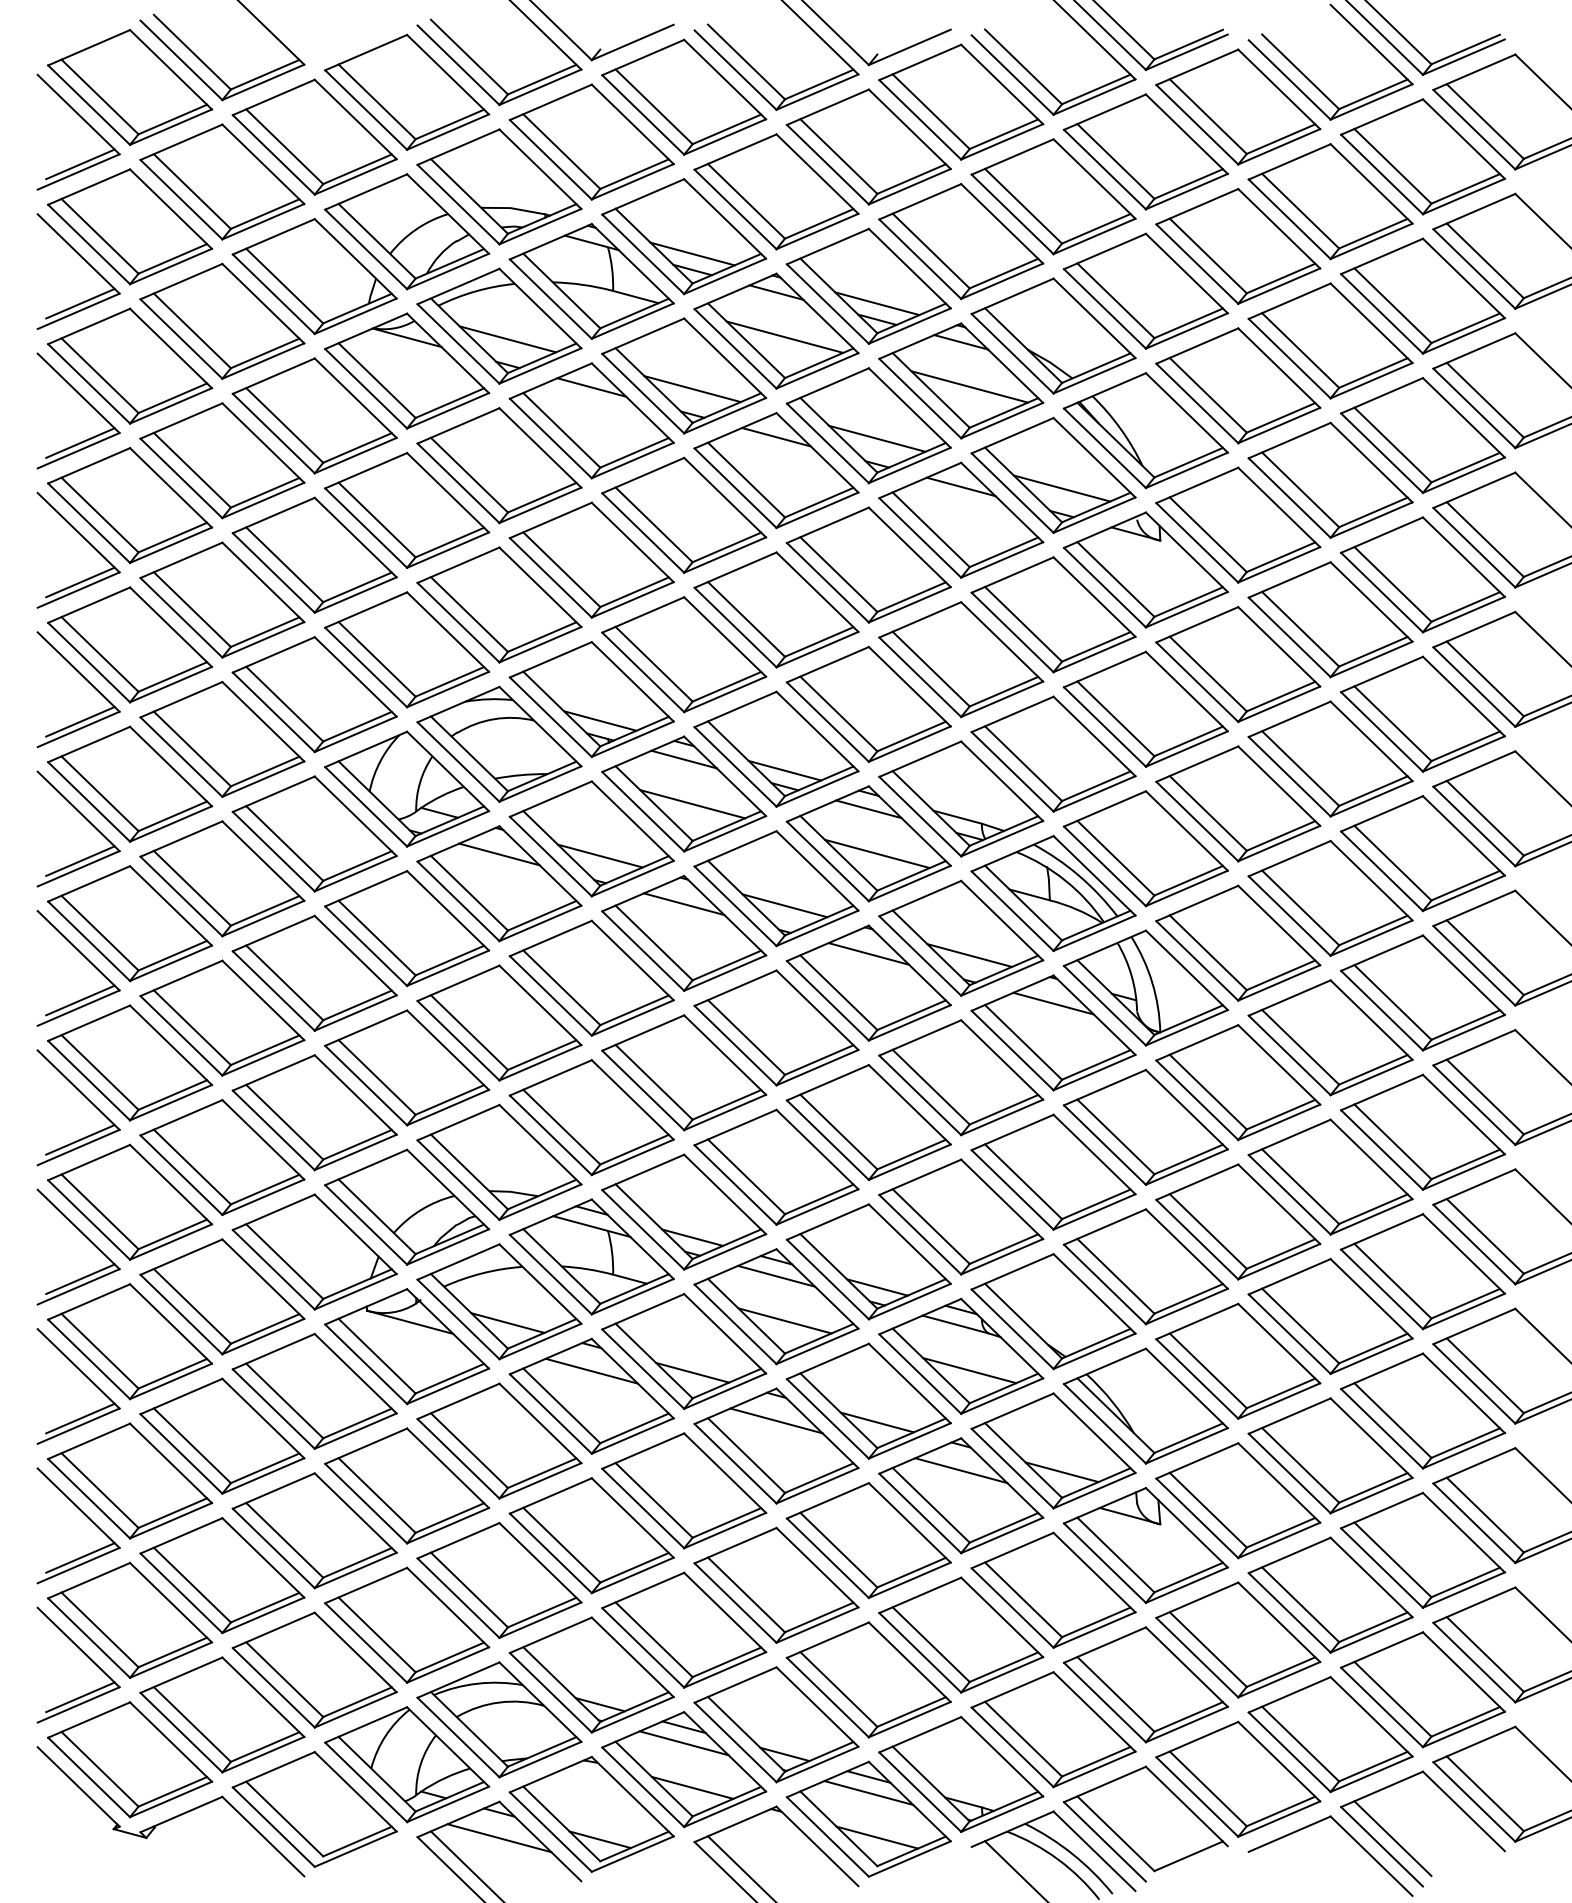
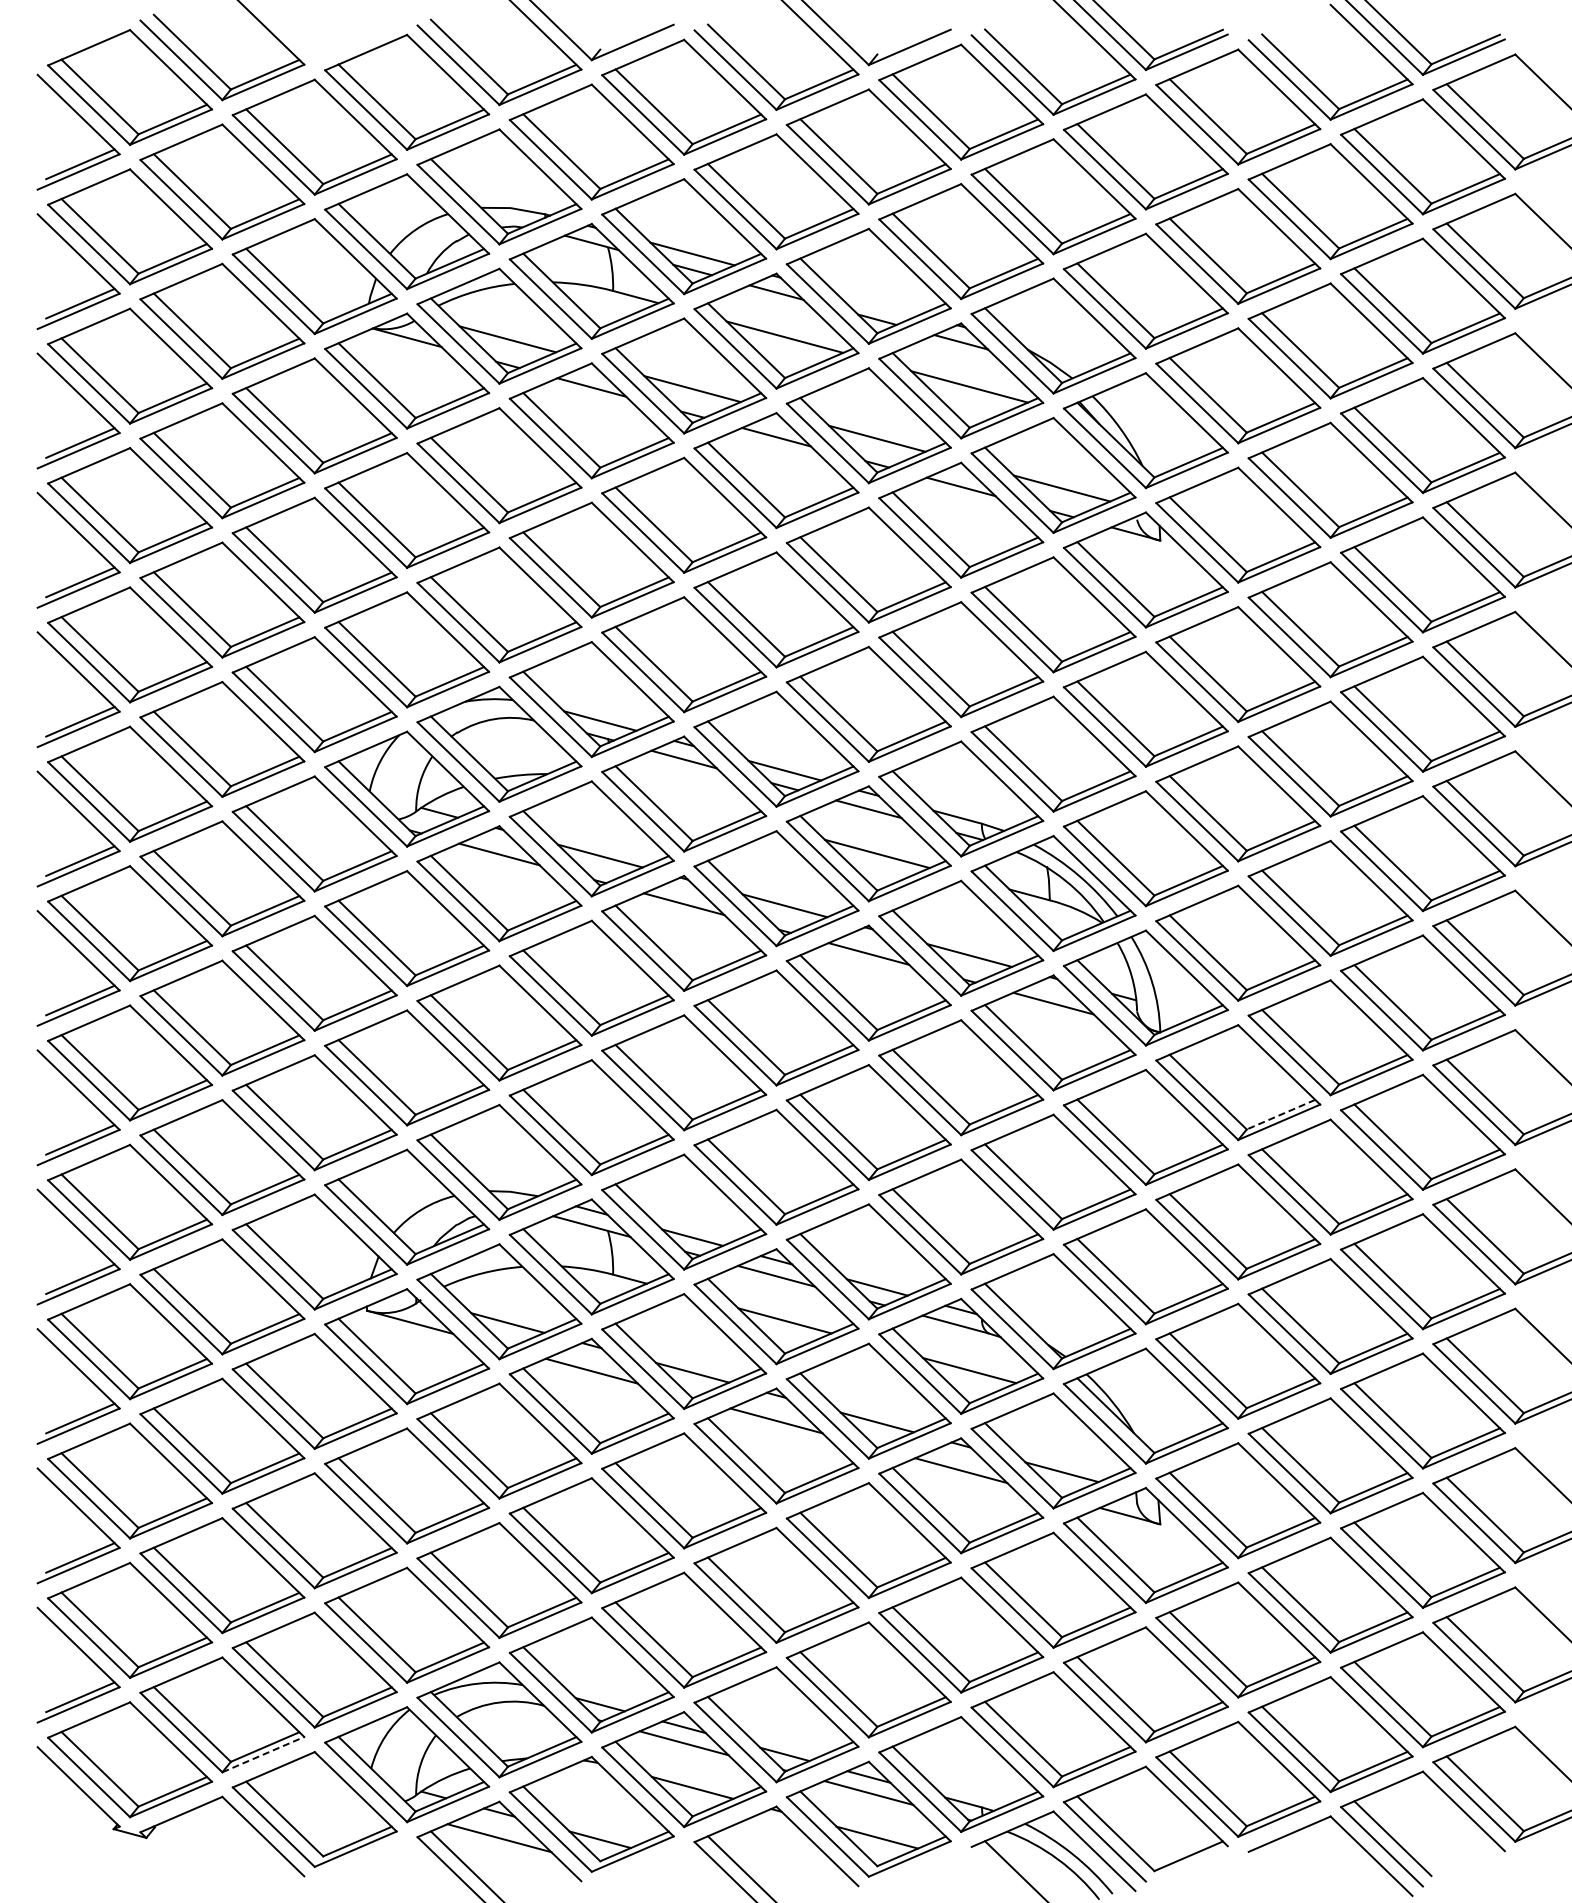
line at (877, 303): present -> none
line at (692, 804): present -> none
line at (1280, 1114): solid -> dashed
line at (263, 1754): solid -> dashed
